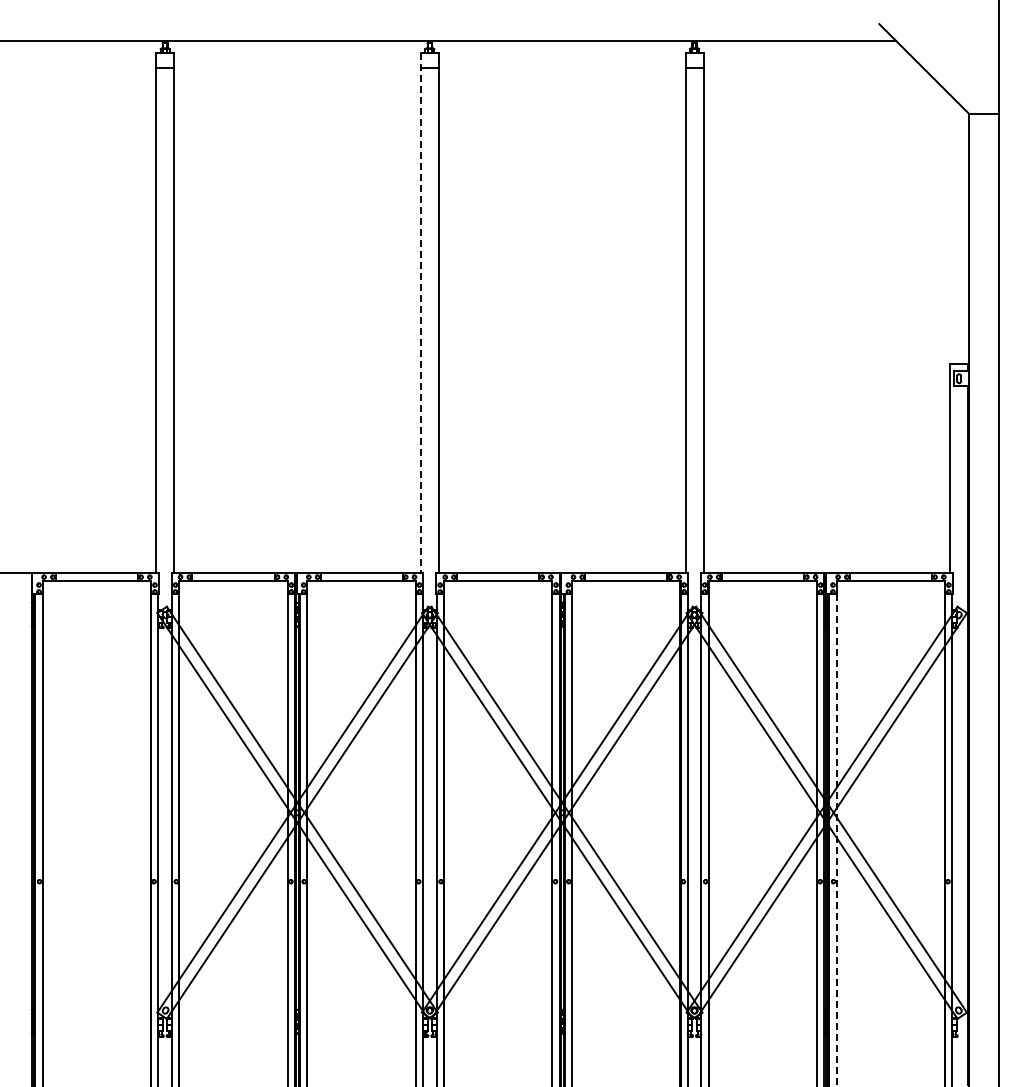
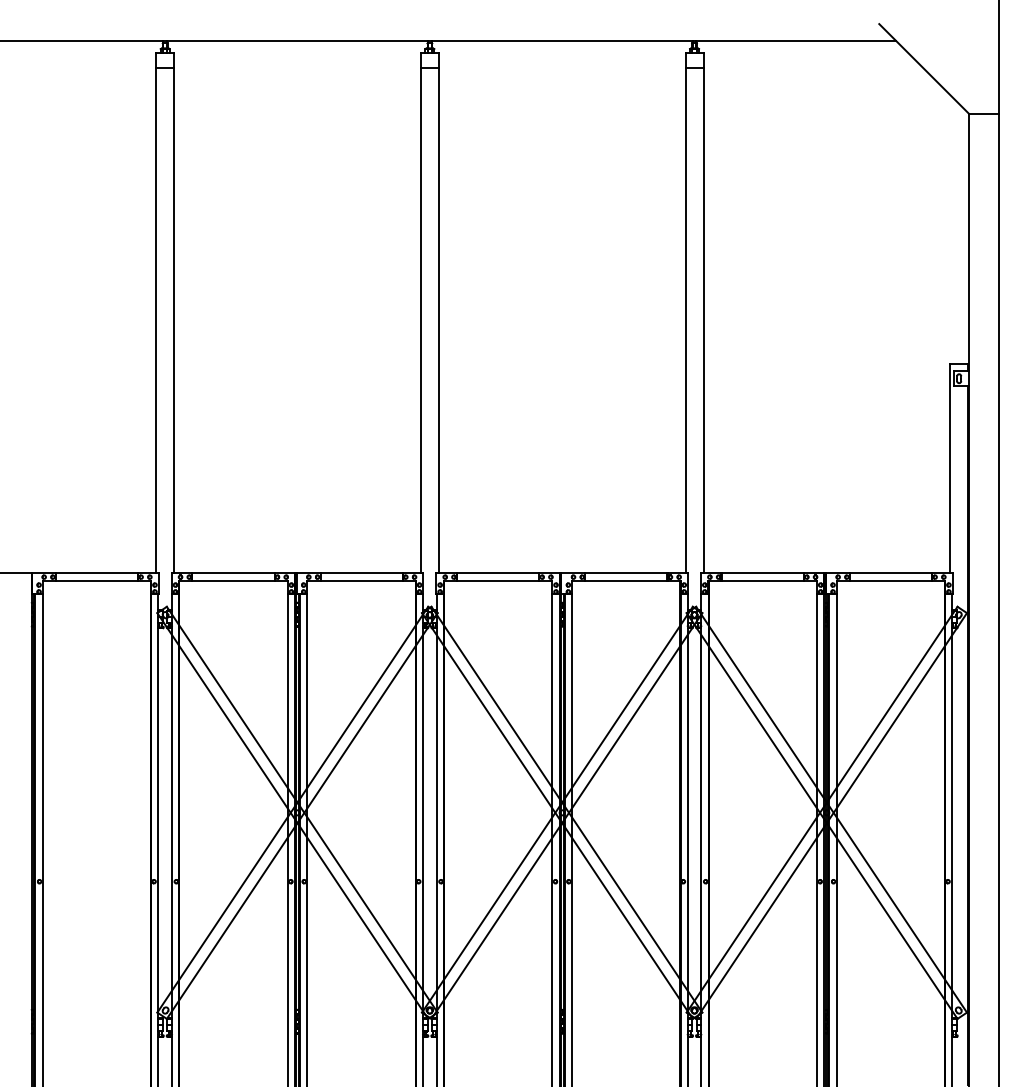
line at (420, 313): dashed -> solid
line at (836, 840): dashed -> solid
